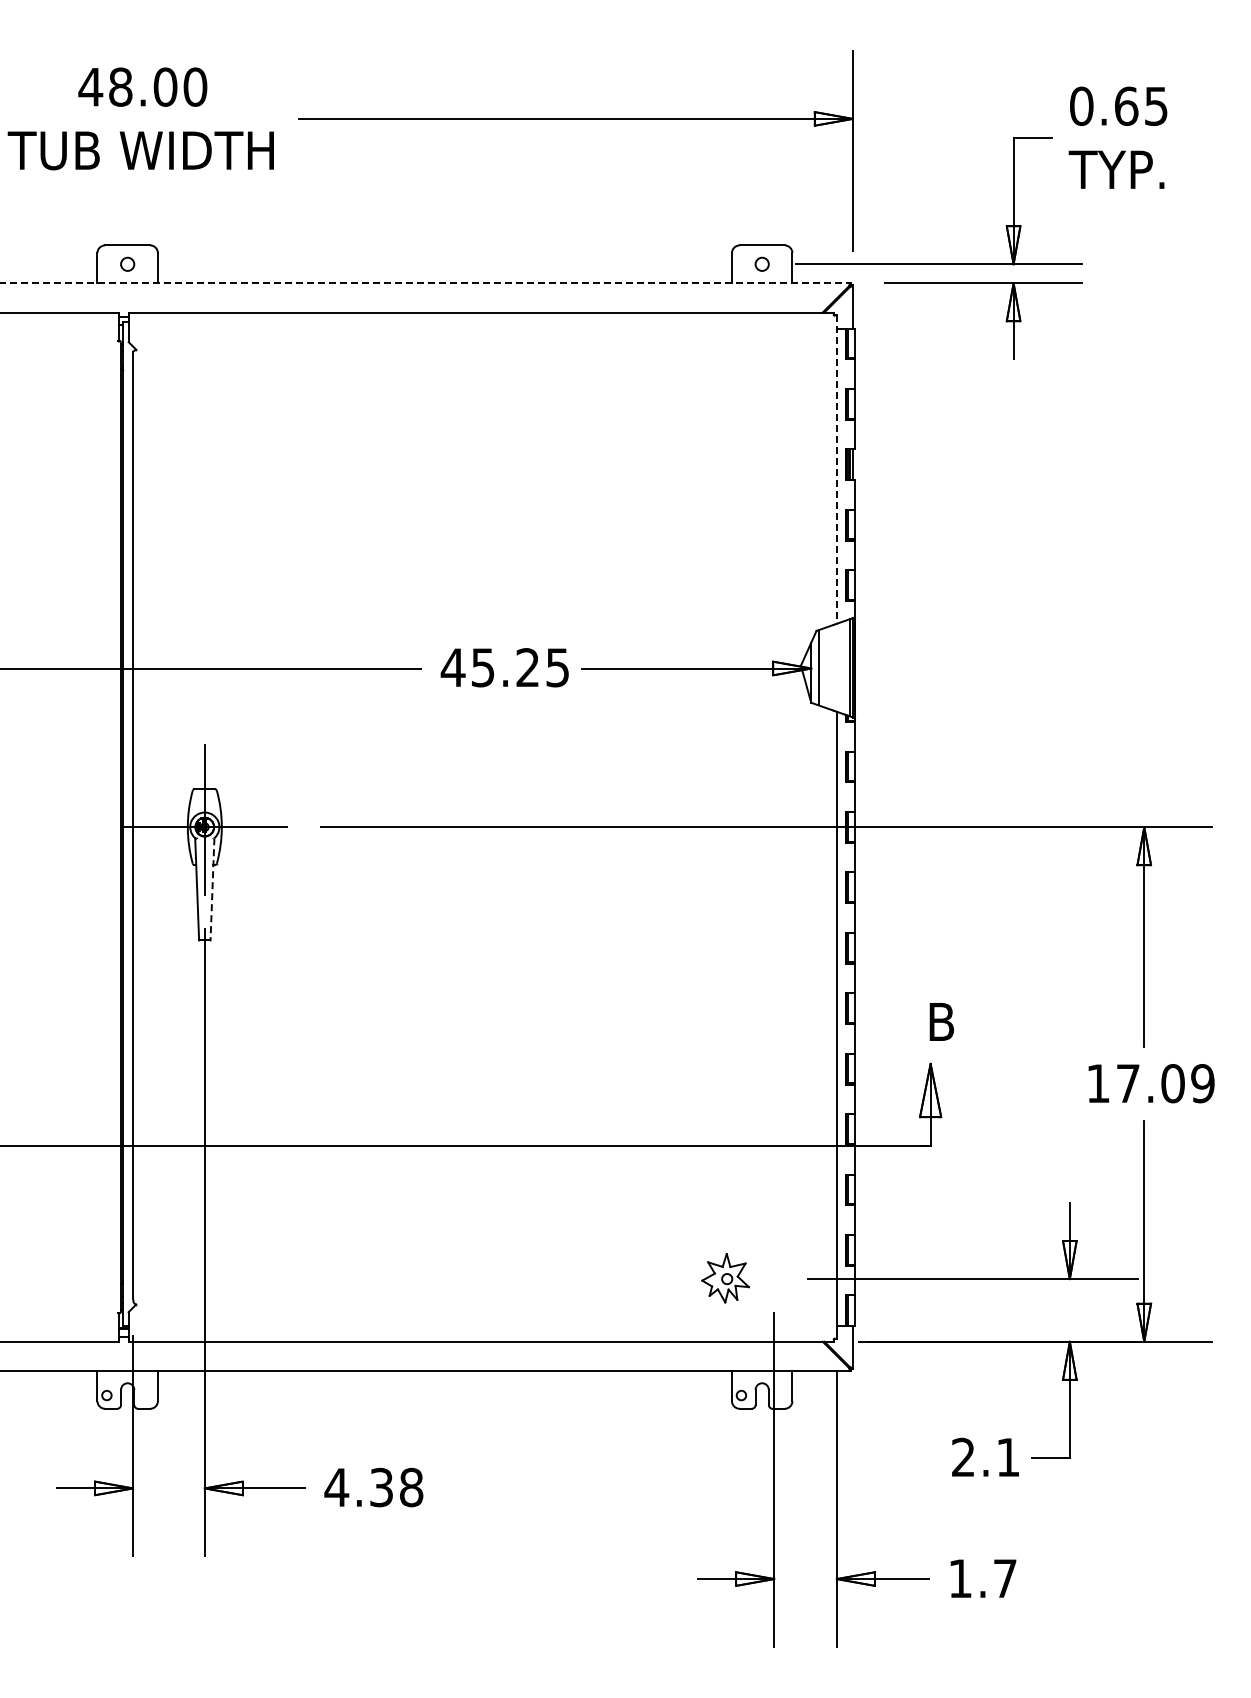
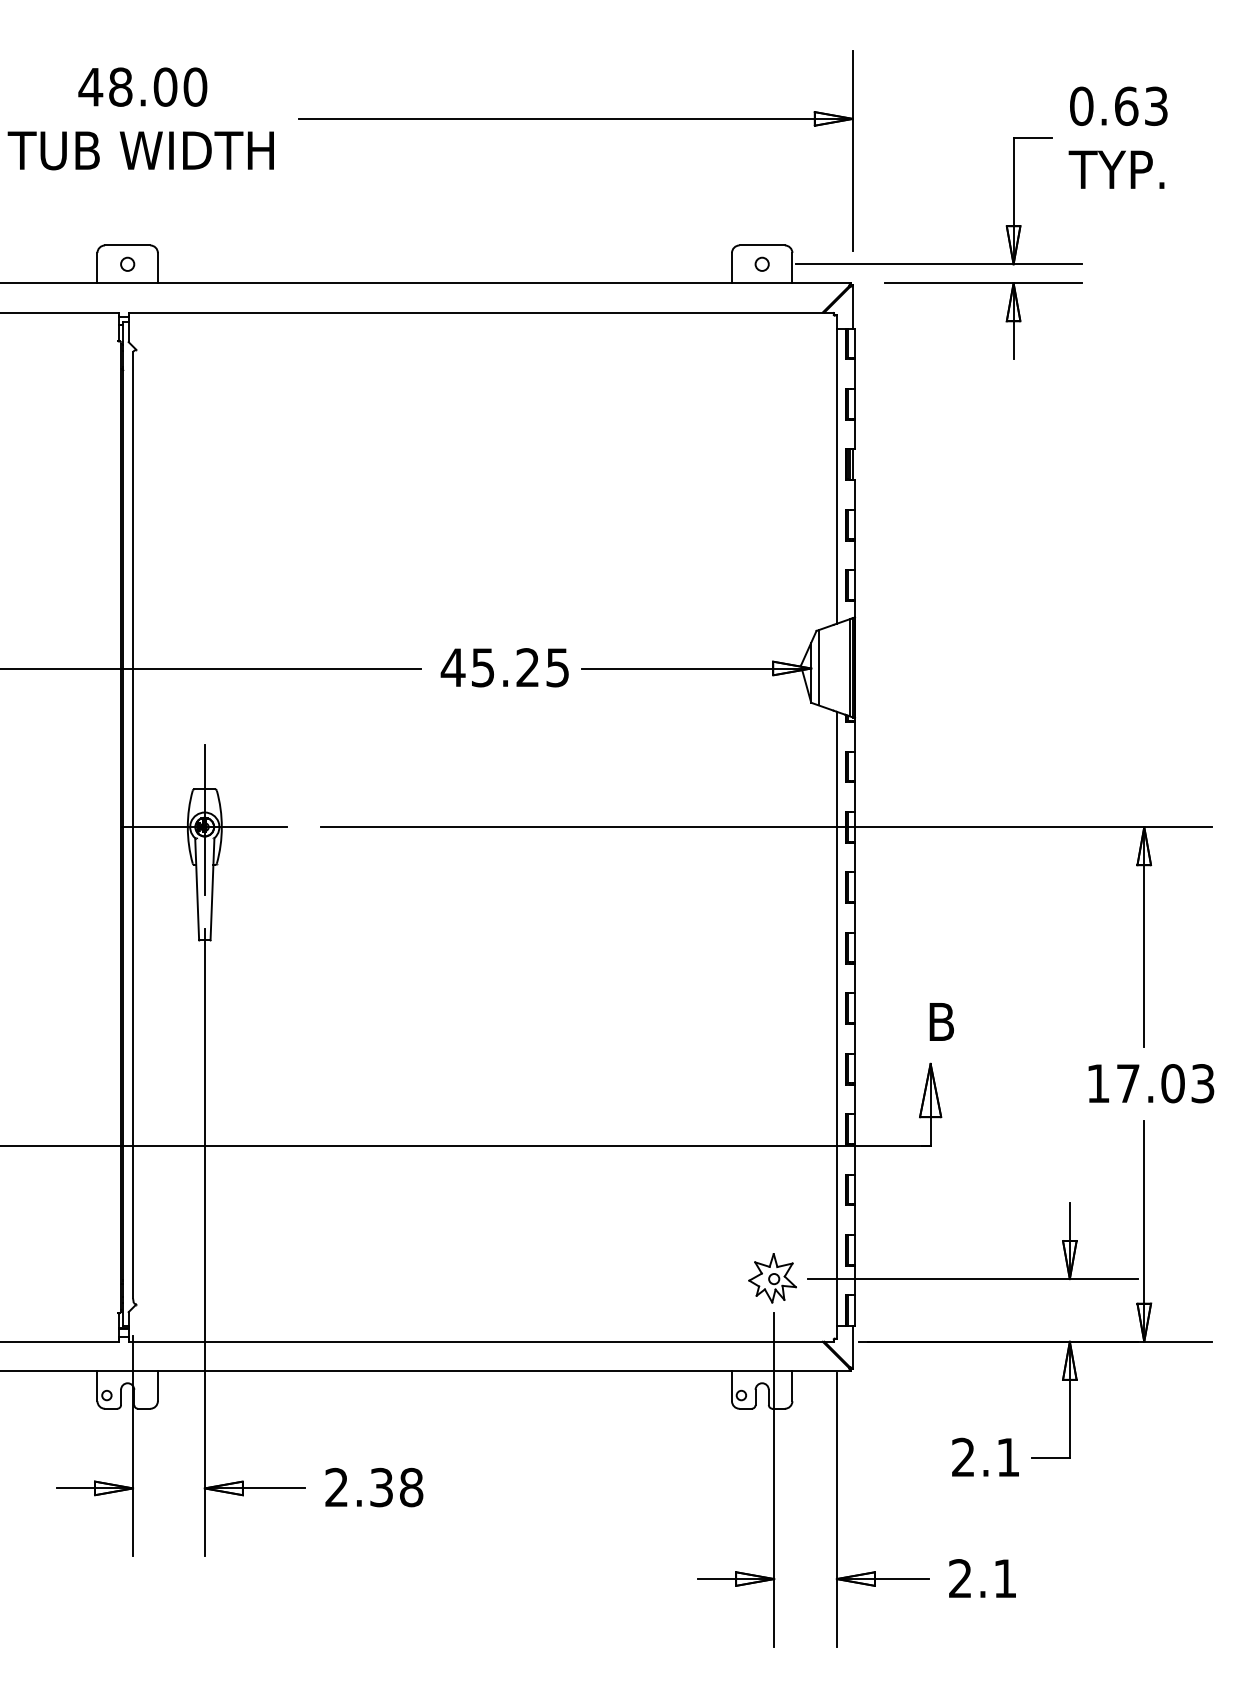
text at (1156, 105): 0.65 -> 0.63
line at (425, 283): dashed -> solid
line at (836, 469): dashed -> solid
line at (212, 889): dashed -> solid
text at (1202, 1083): 17.09 -> 17.03
part at (725, 1278) position: (725, 1278) -> (772, 1278)
text at (336, 1486): 4.38 -> 2.38
text at (982, 1578): 1.7 -> 2.1
